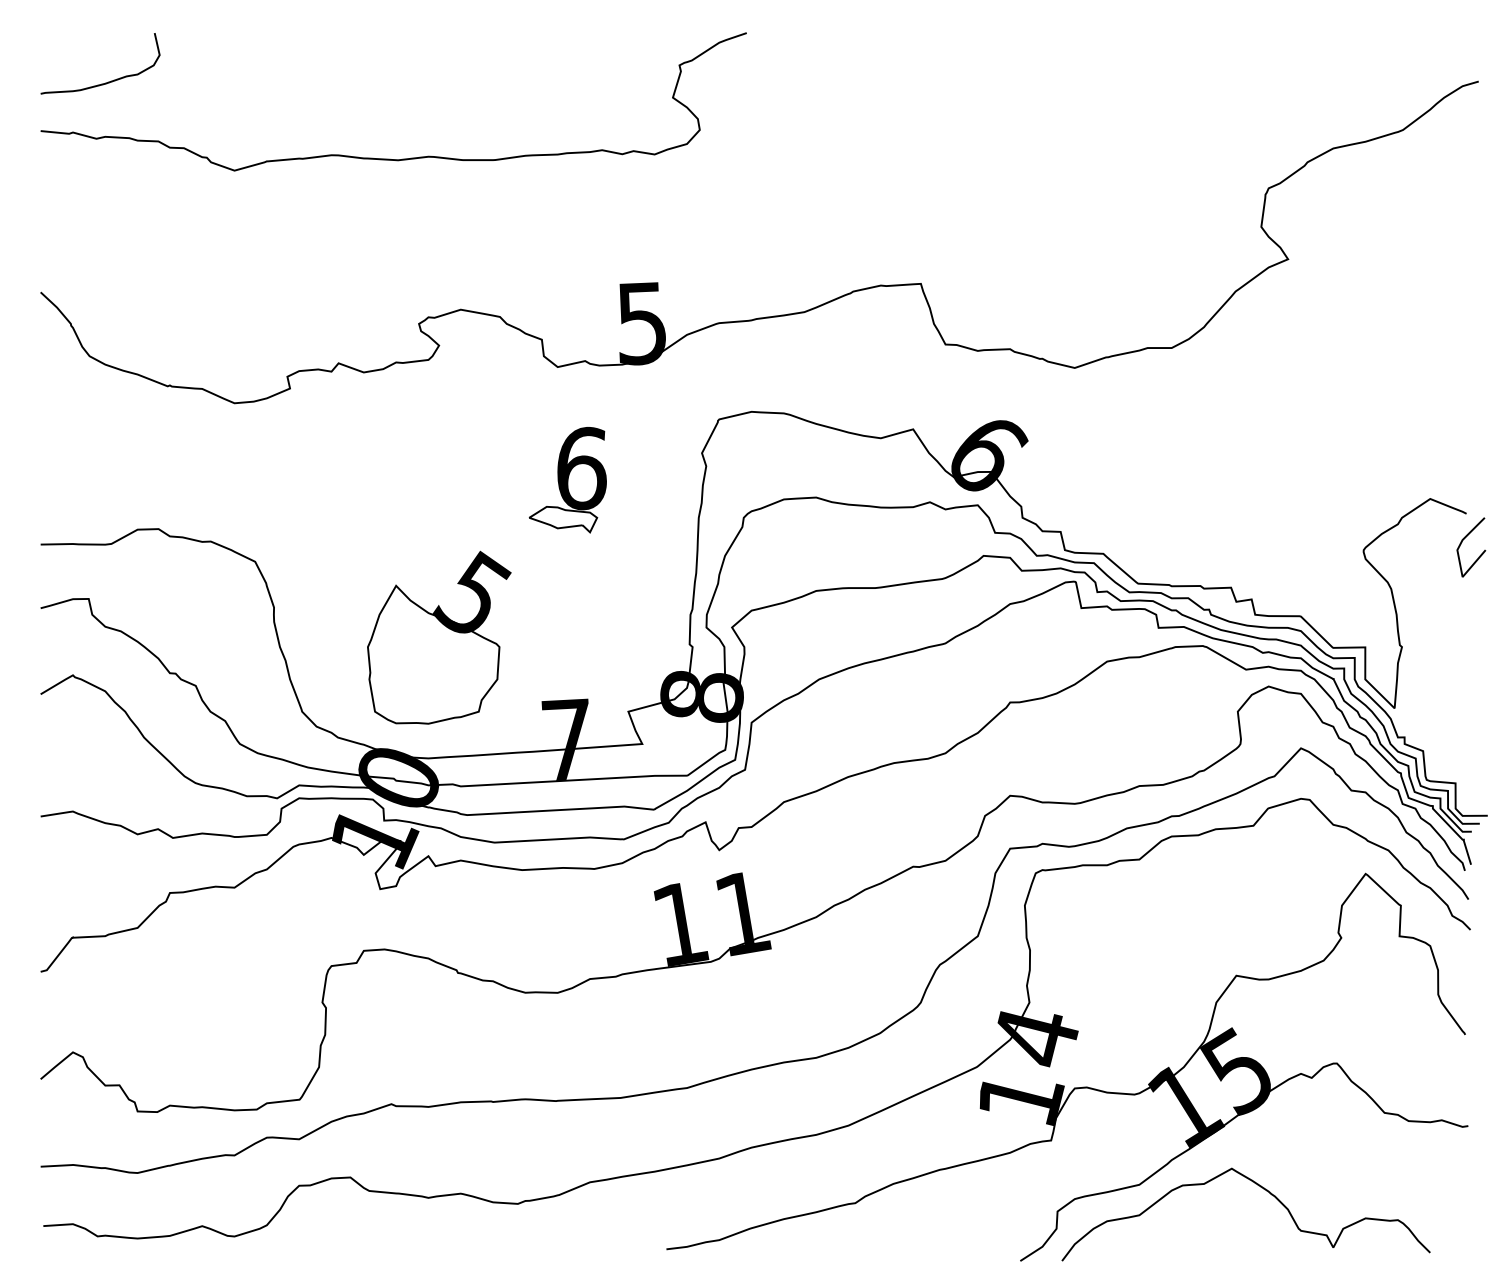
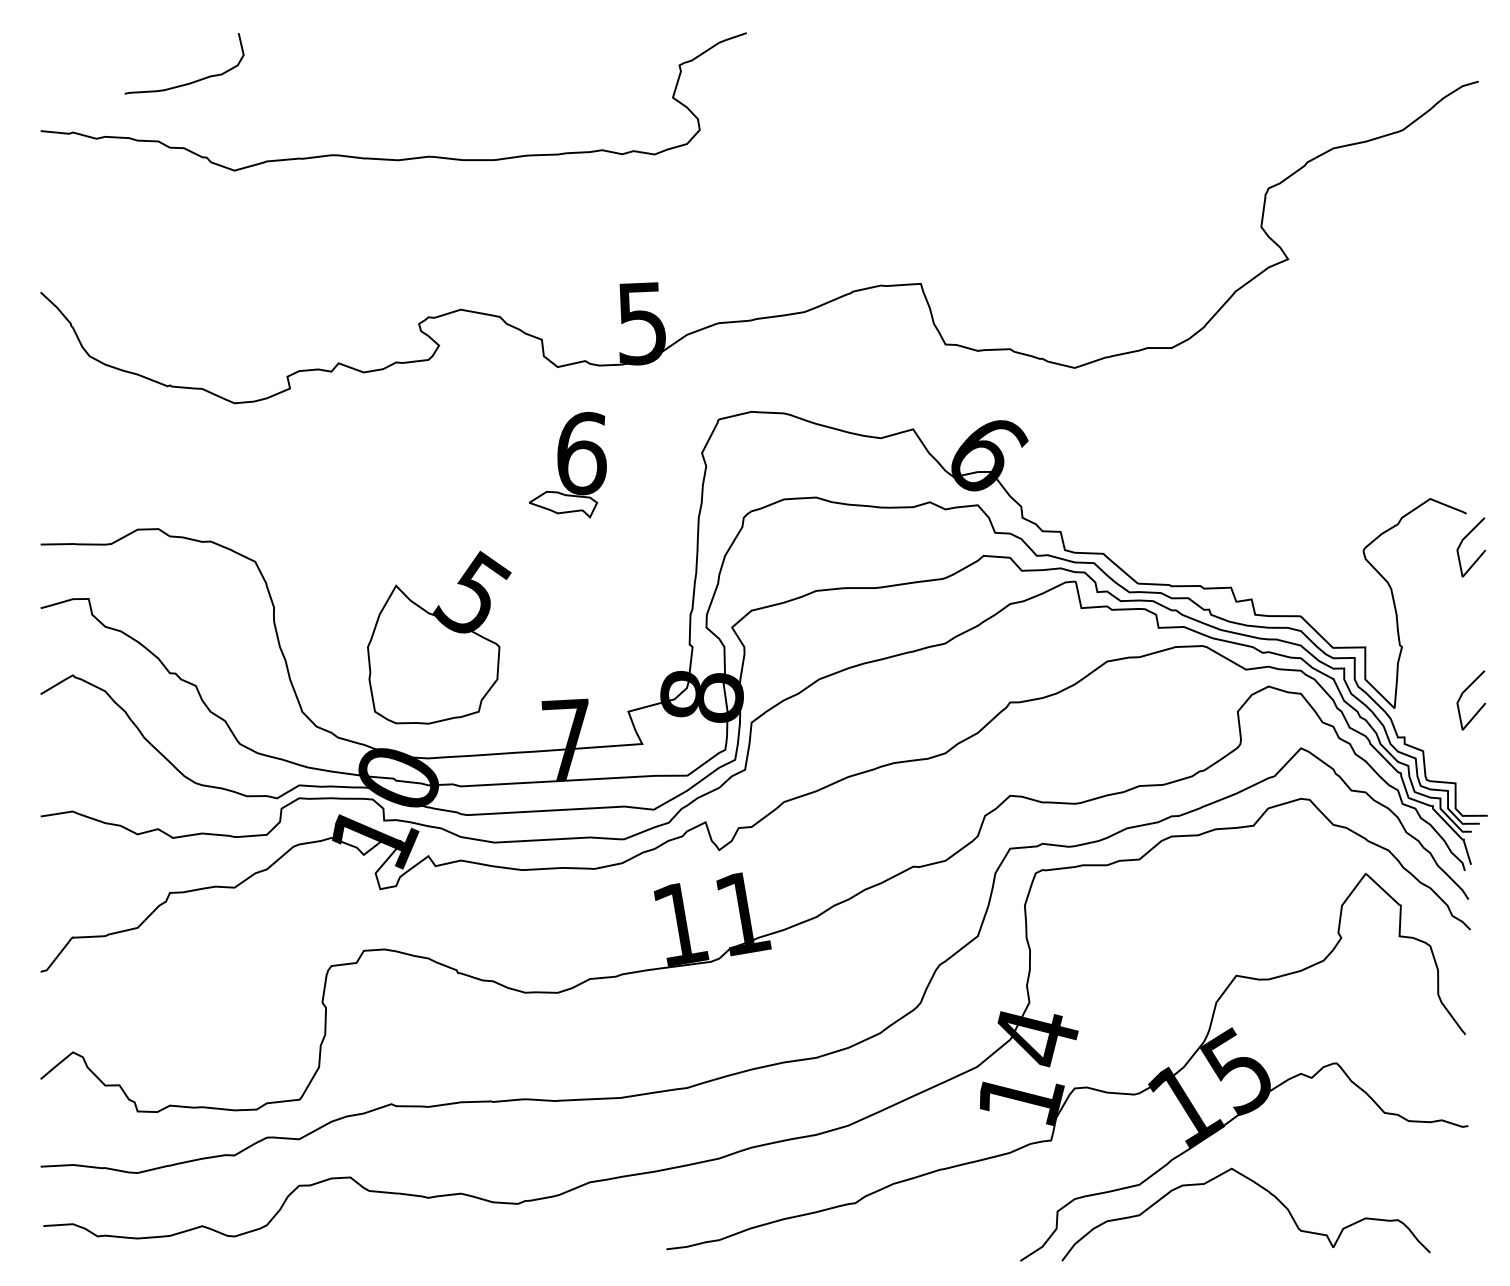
curve at (105, 82) position: (105, 82) -> (189, 82)
part at (567, 480) position: (567, 480) -> (567, 465)
line at (1462, 695): none -> present
